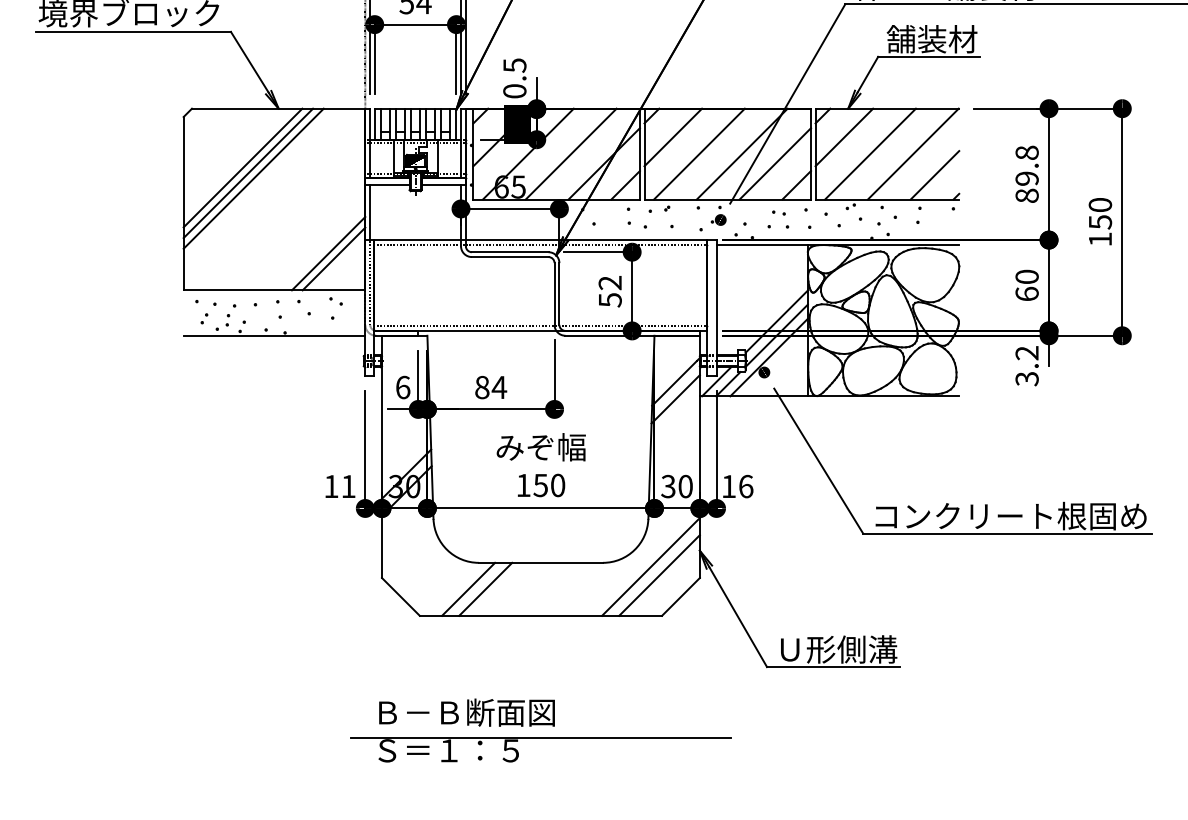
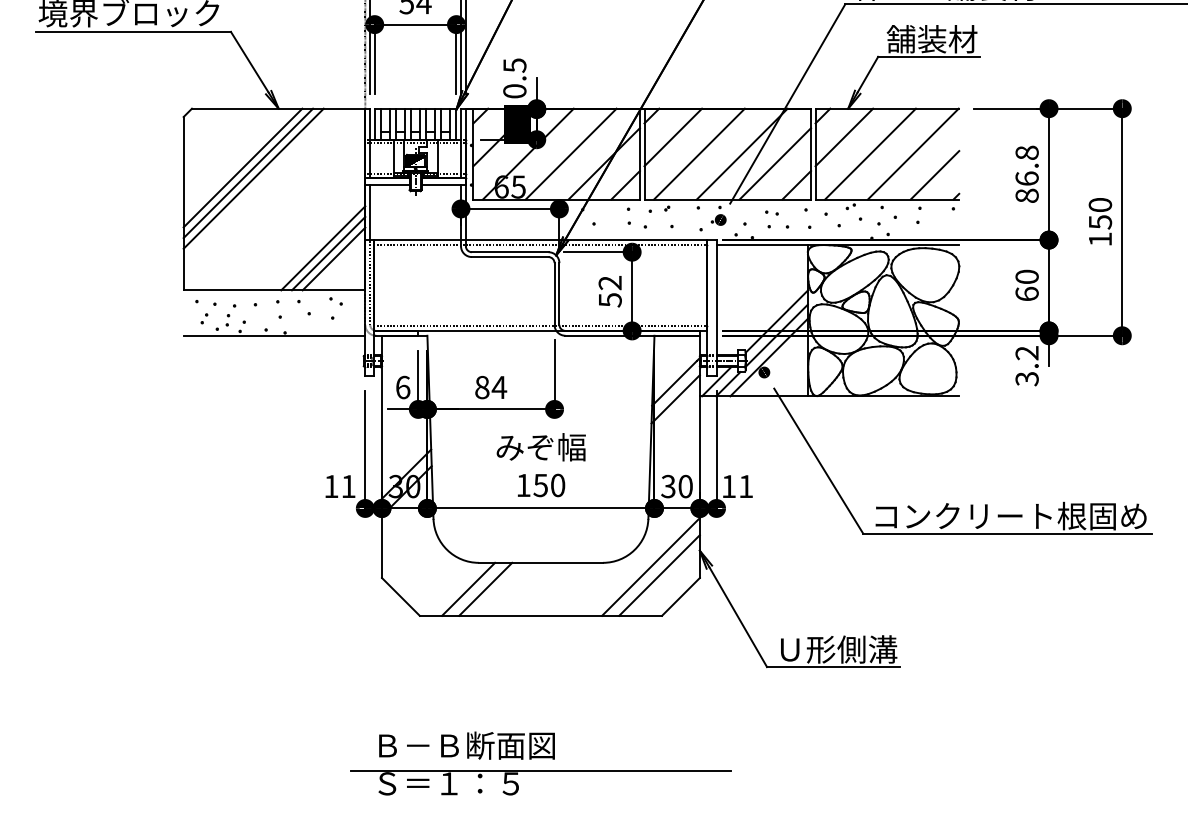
text at (1026, 178): 89.8 -> 86.8
part at (778, 212) position: (778, 212) -> (771, 212)
line at (323, 248): none -> present
text at (746, 486): 16 -> 11
part at (540, 730) position: (540, 730) -> (540, 763)
